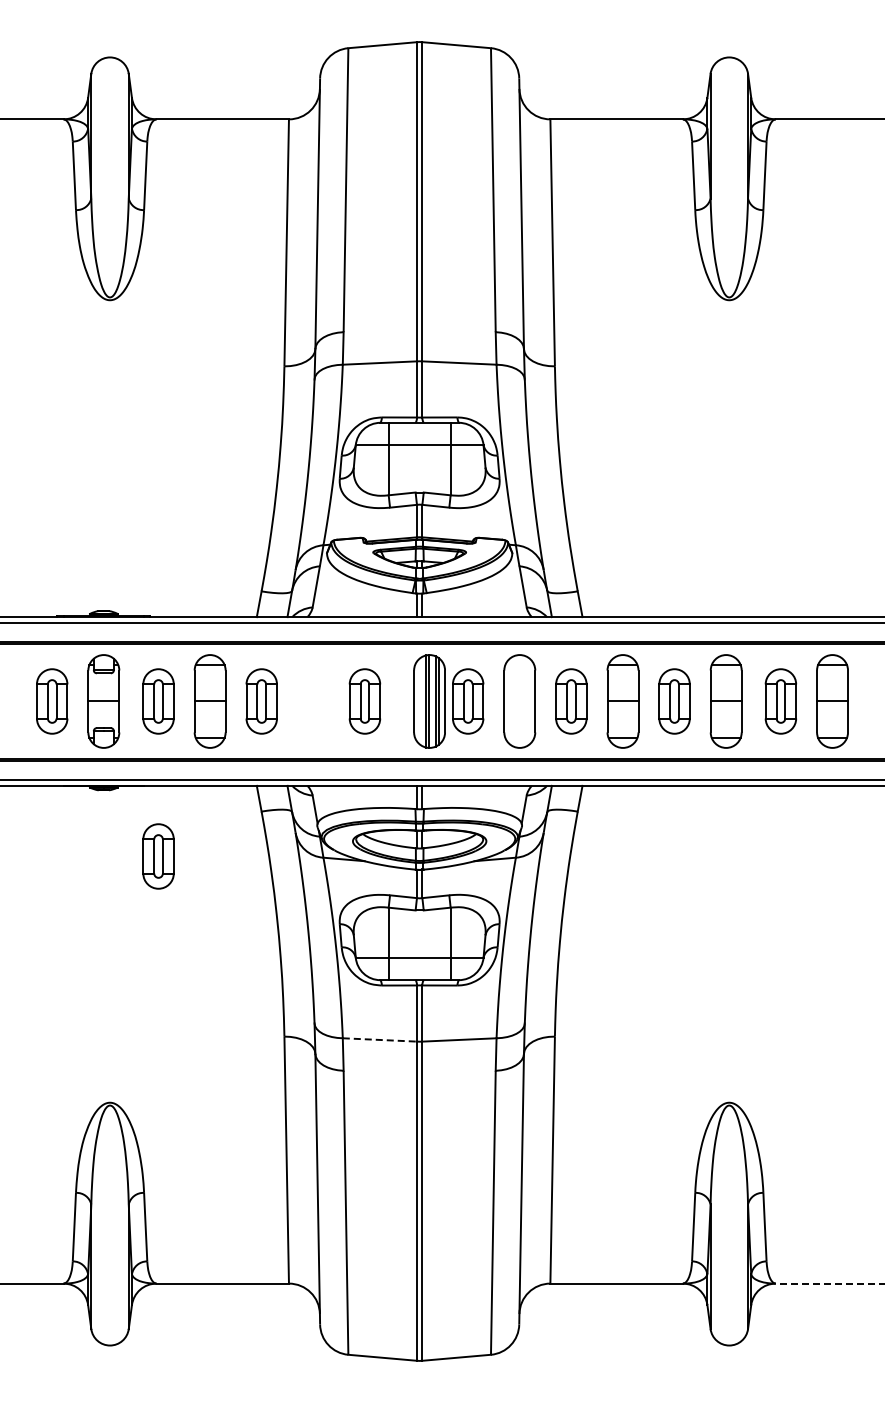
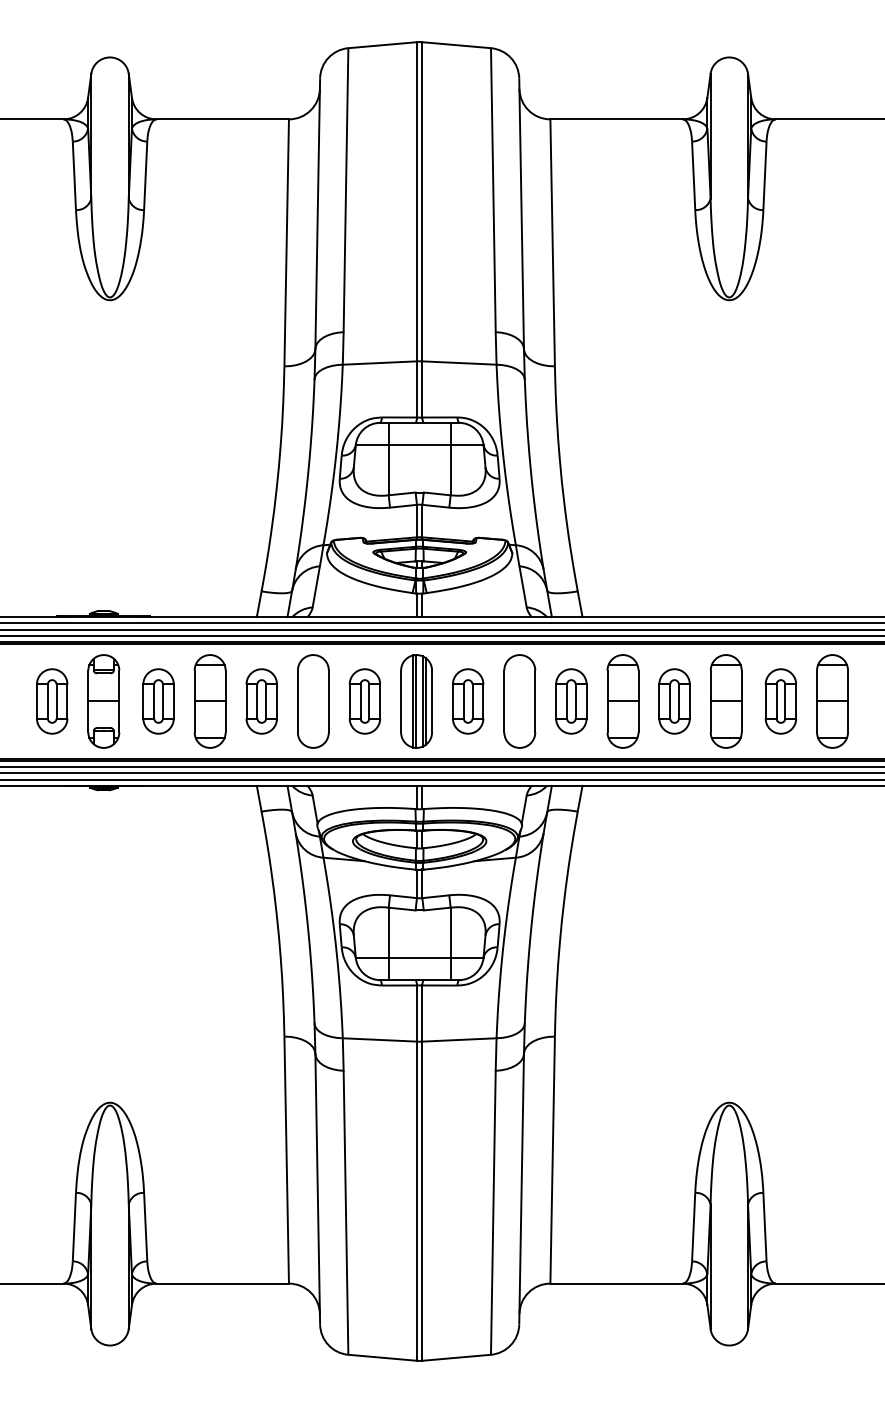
line at (441, 630): none -> present
line at (441, 635): none -> present
part at (313, 701): none -> present
part at (429, 701) position: (429, 701) -> (416, 701)
line at (441, 767): none -> present
line at (441, 772): none -> present
part at (158, 856): present -> none
line at (380, 1039): dashed -> solid
line at (829, 1283): dashed -> solid
